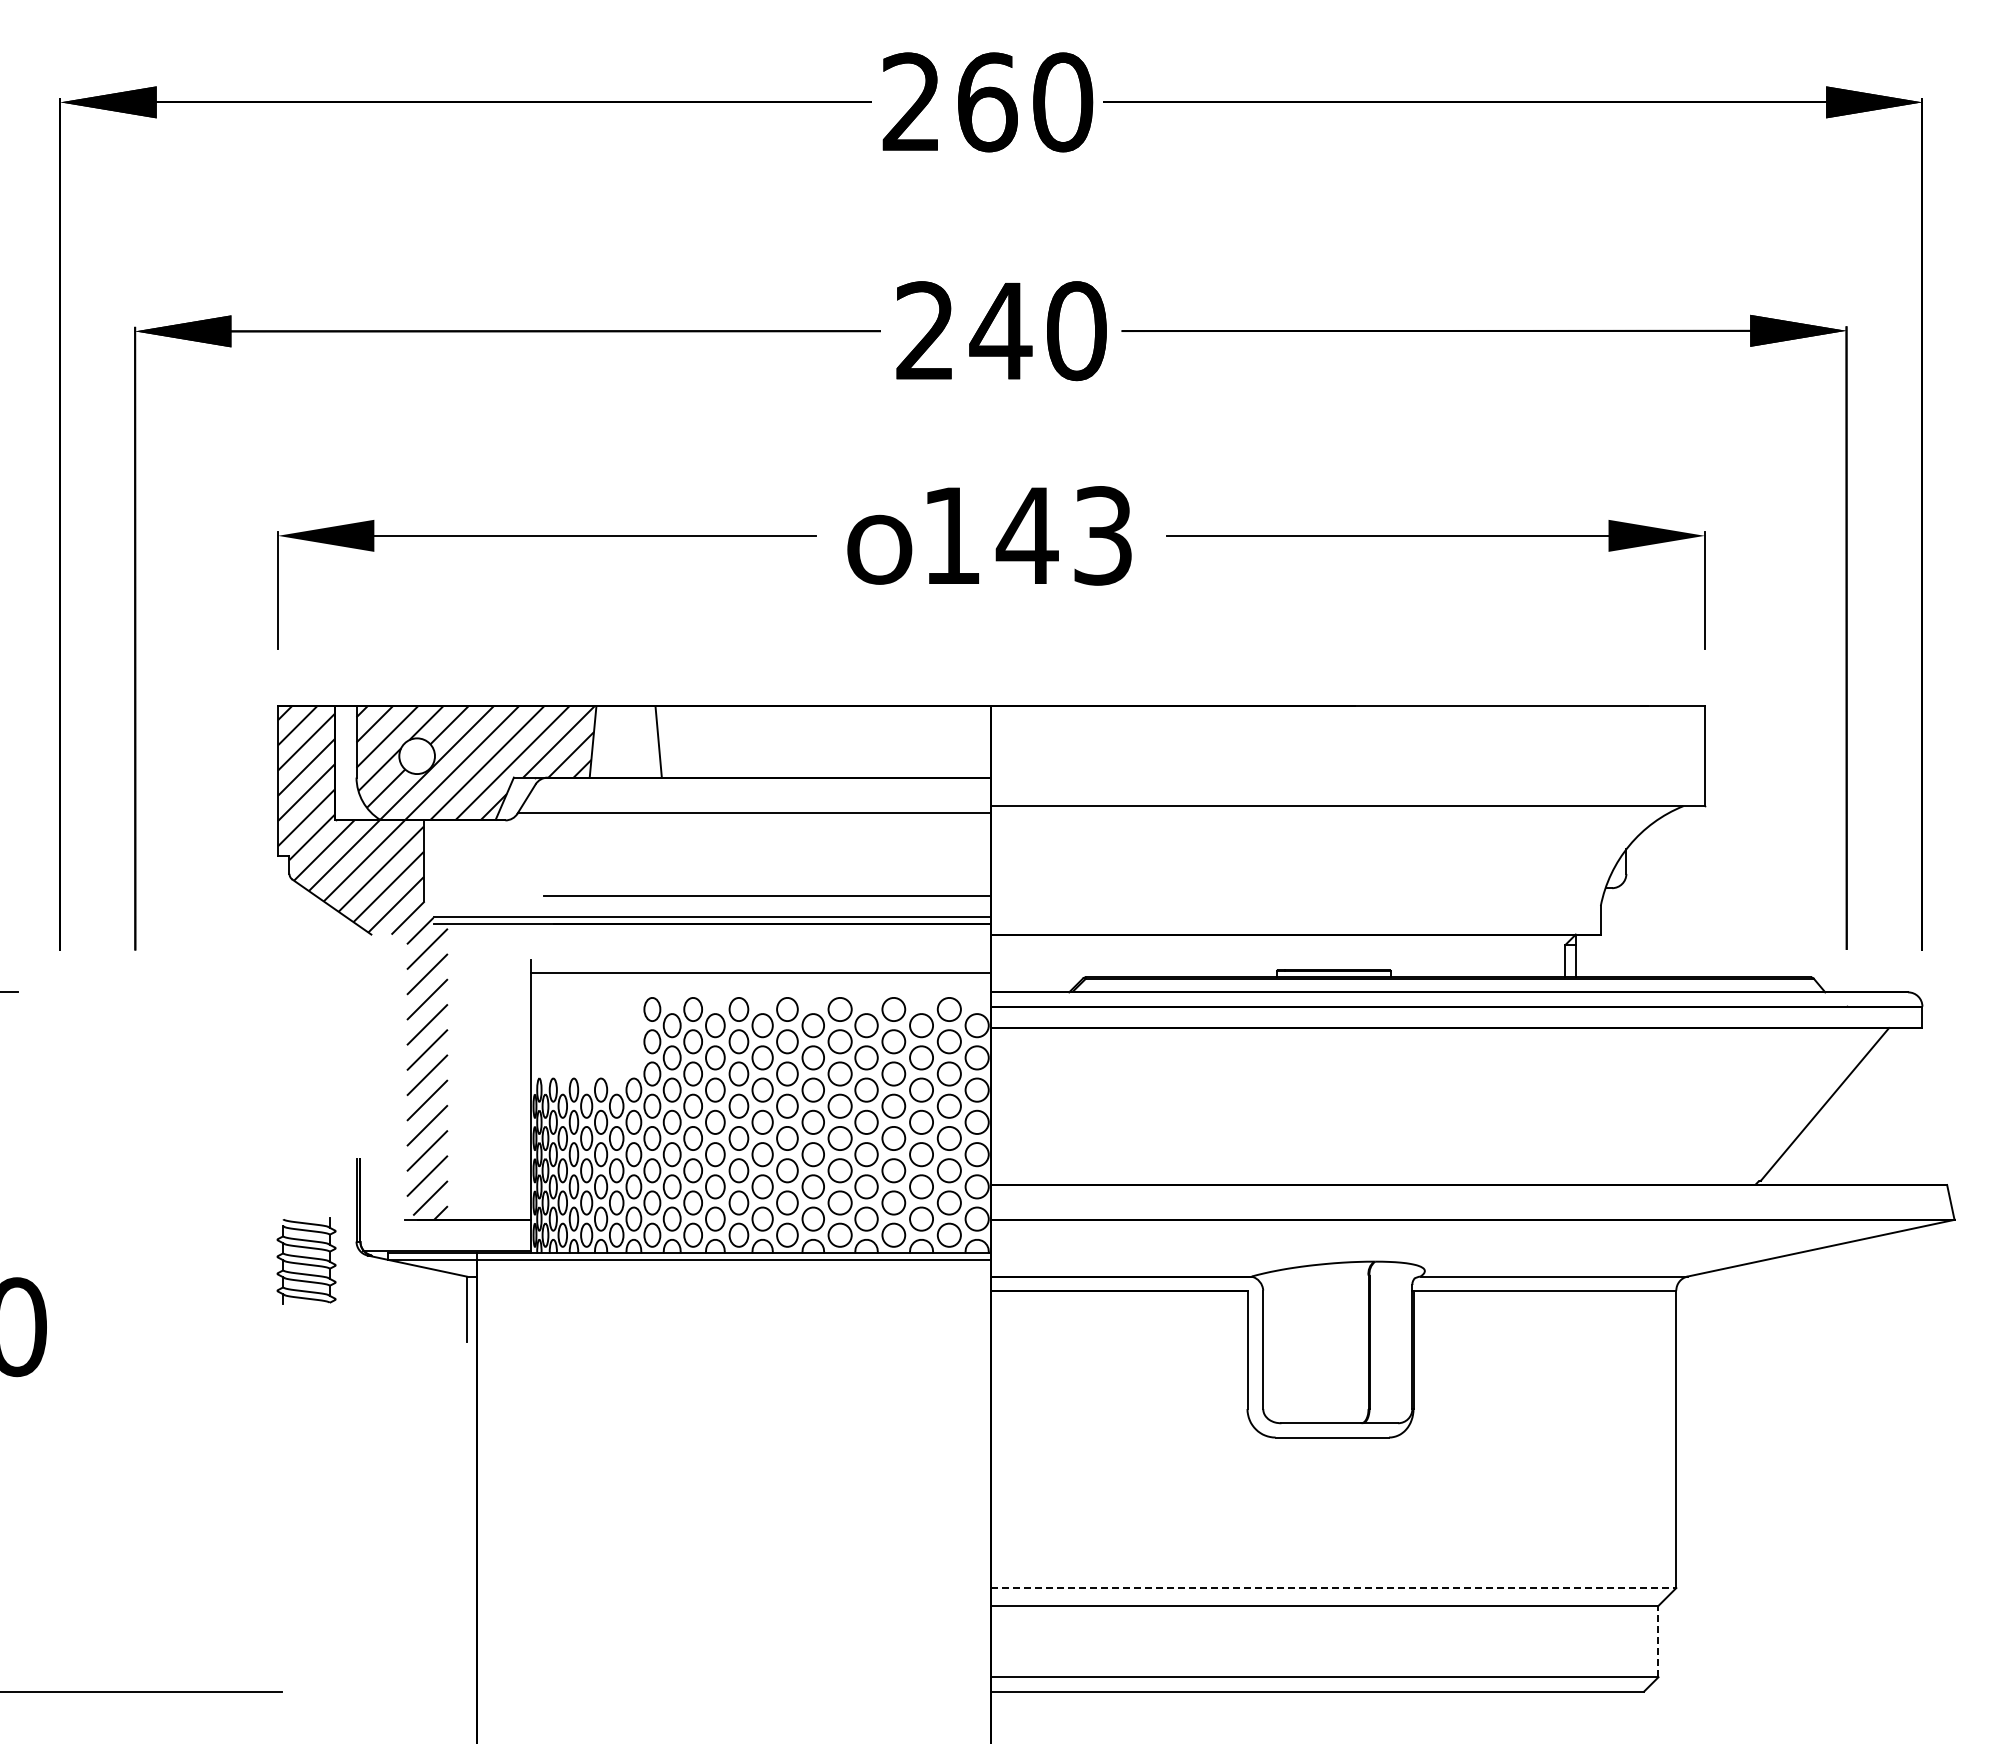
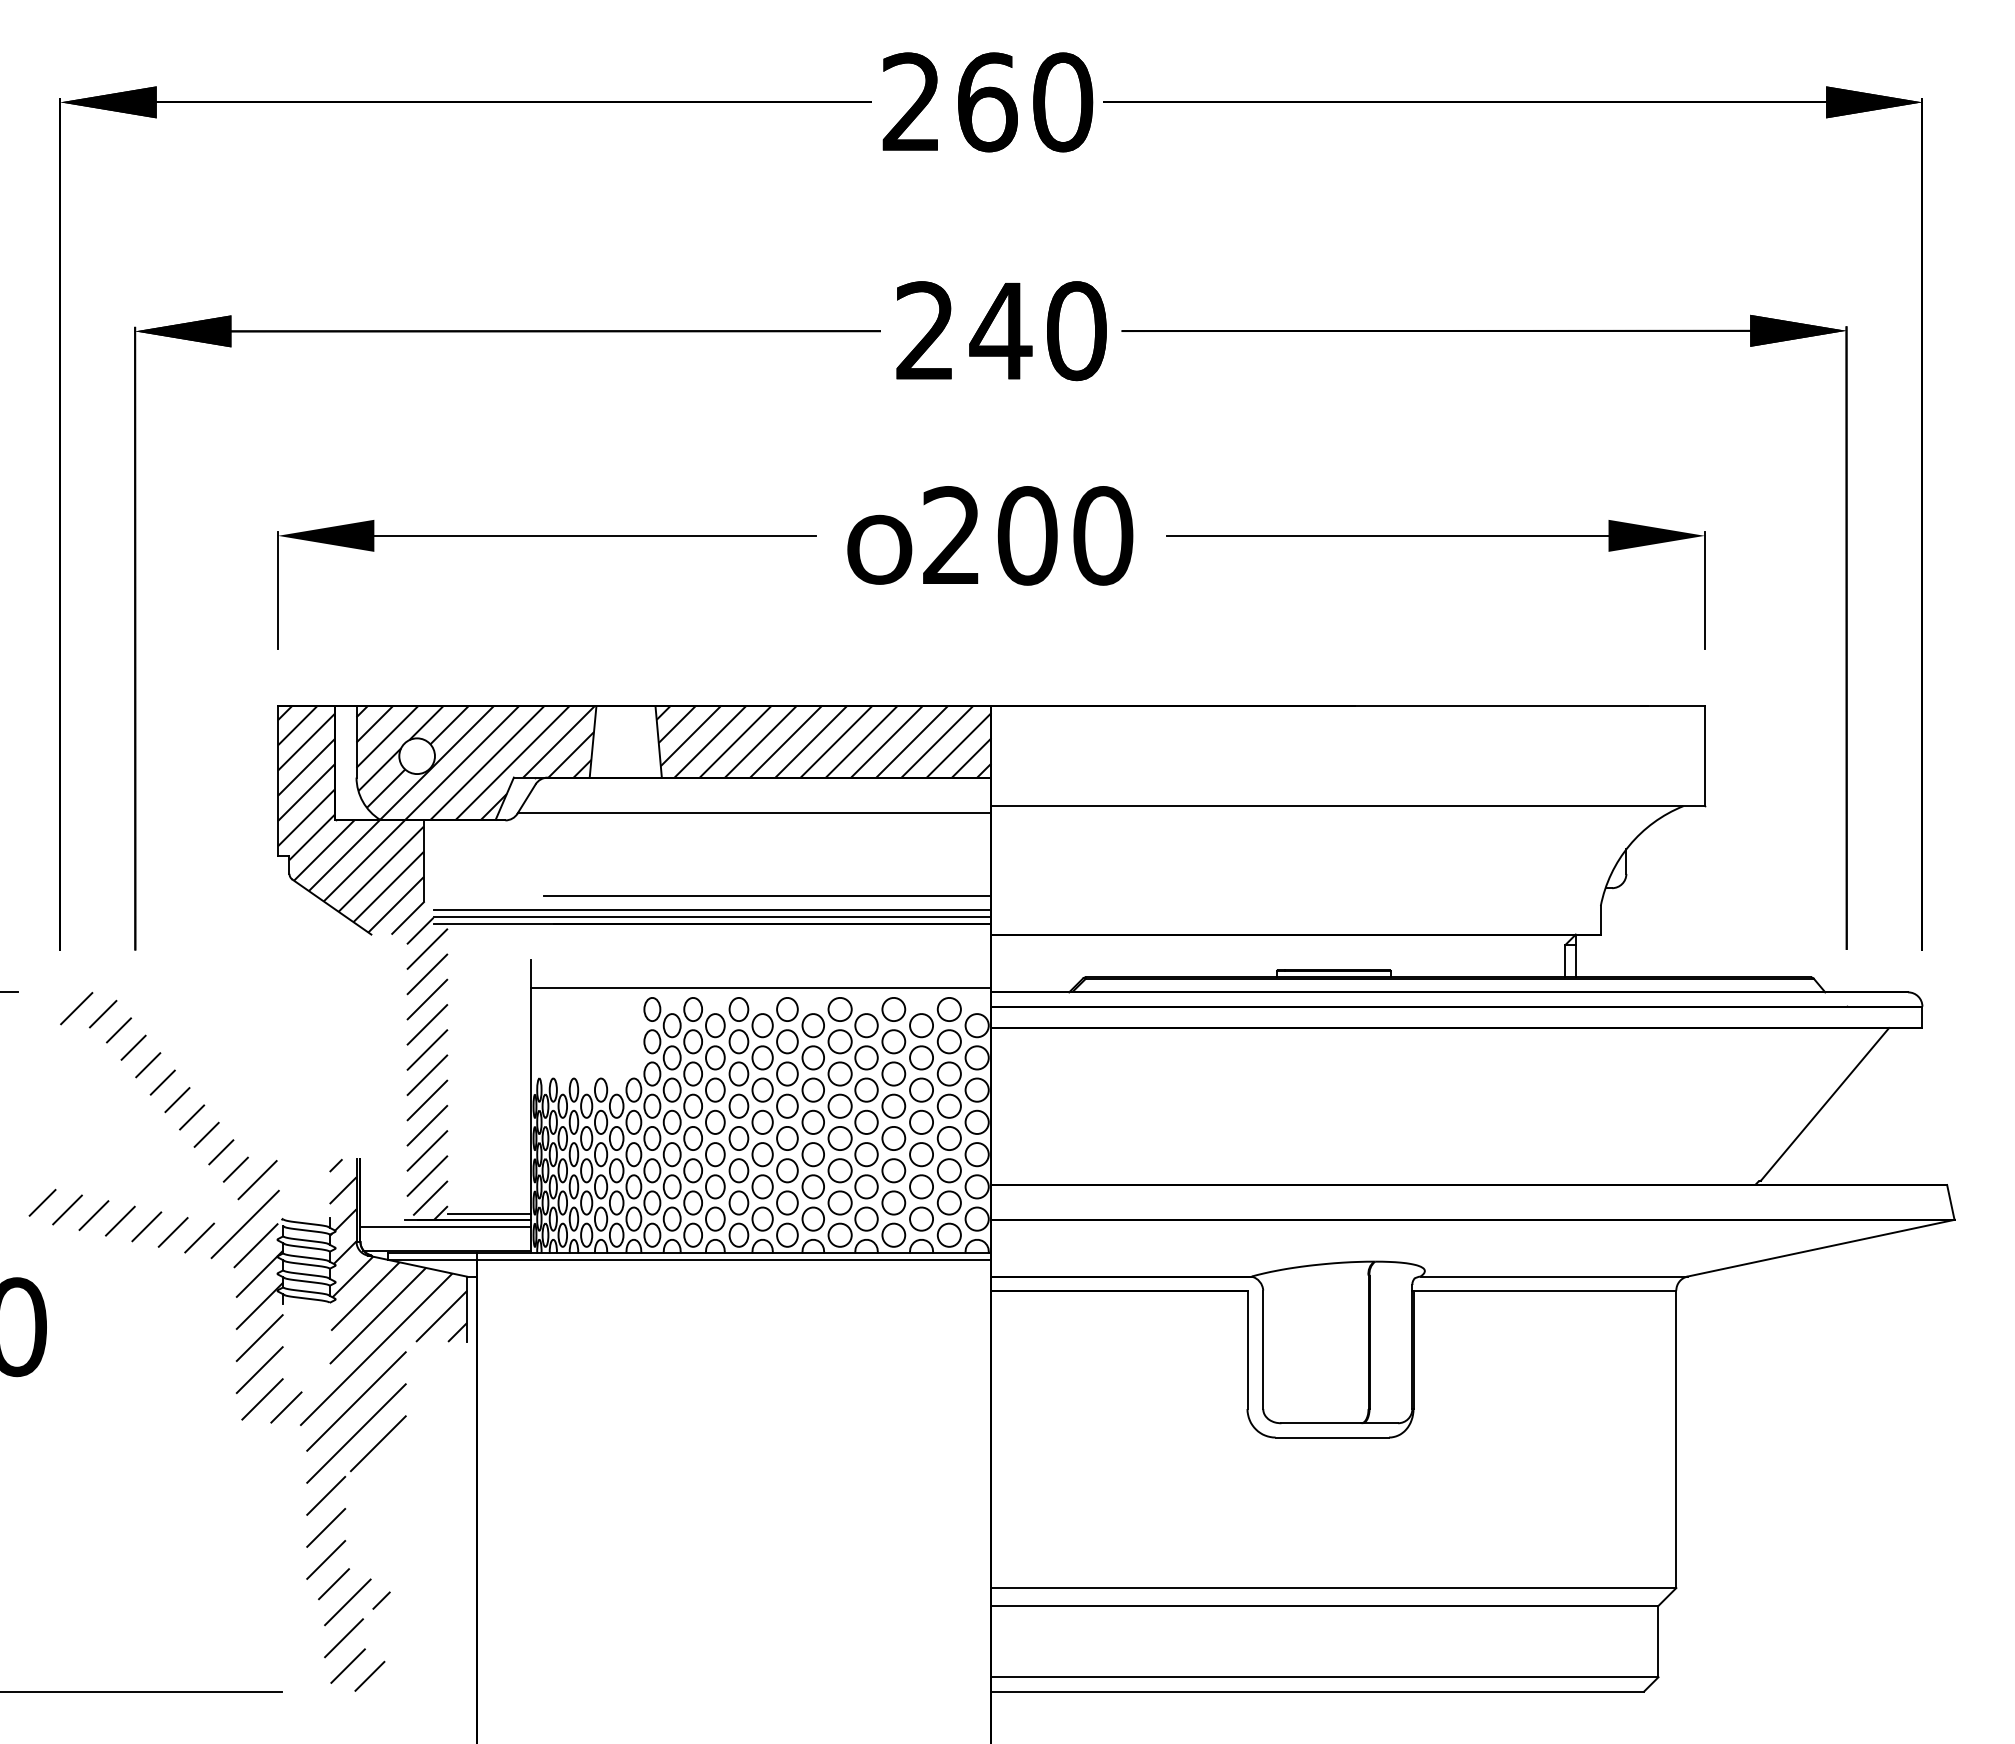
text at (1028, 535): 143 -> 200
hatch at (823, 741): none -> present
line at (712, 909): none -> present
line at (761, 973) position: (761, 973) -> (761, 988)
line at (489, 1213): none -> present
line at (445, 1227): none -> present
hatch at (248, 1341): none -> present
line at (1334, 1588): dashed -> solid
line at (1658, 1641): dashed -> solid
